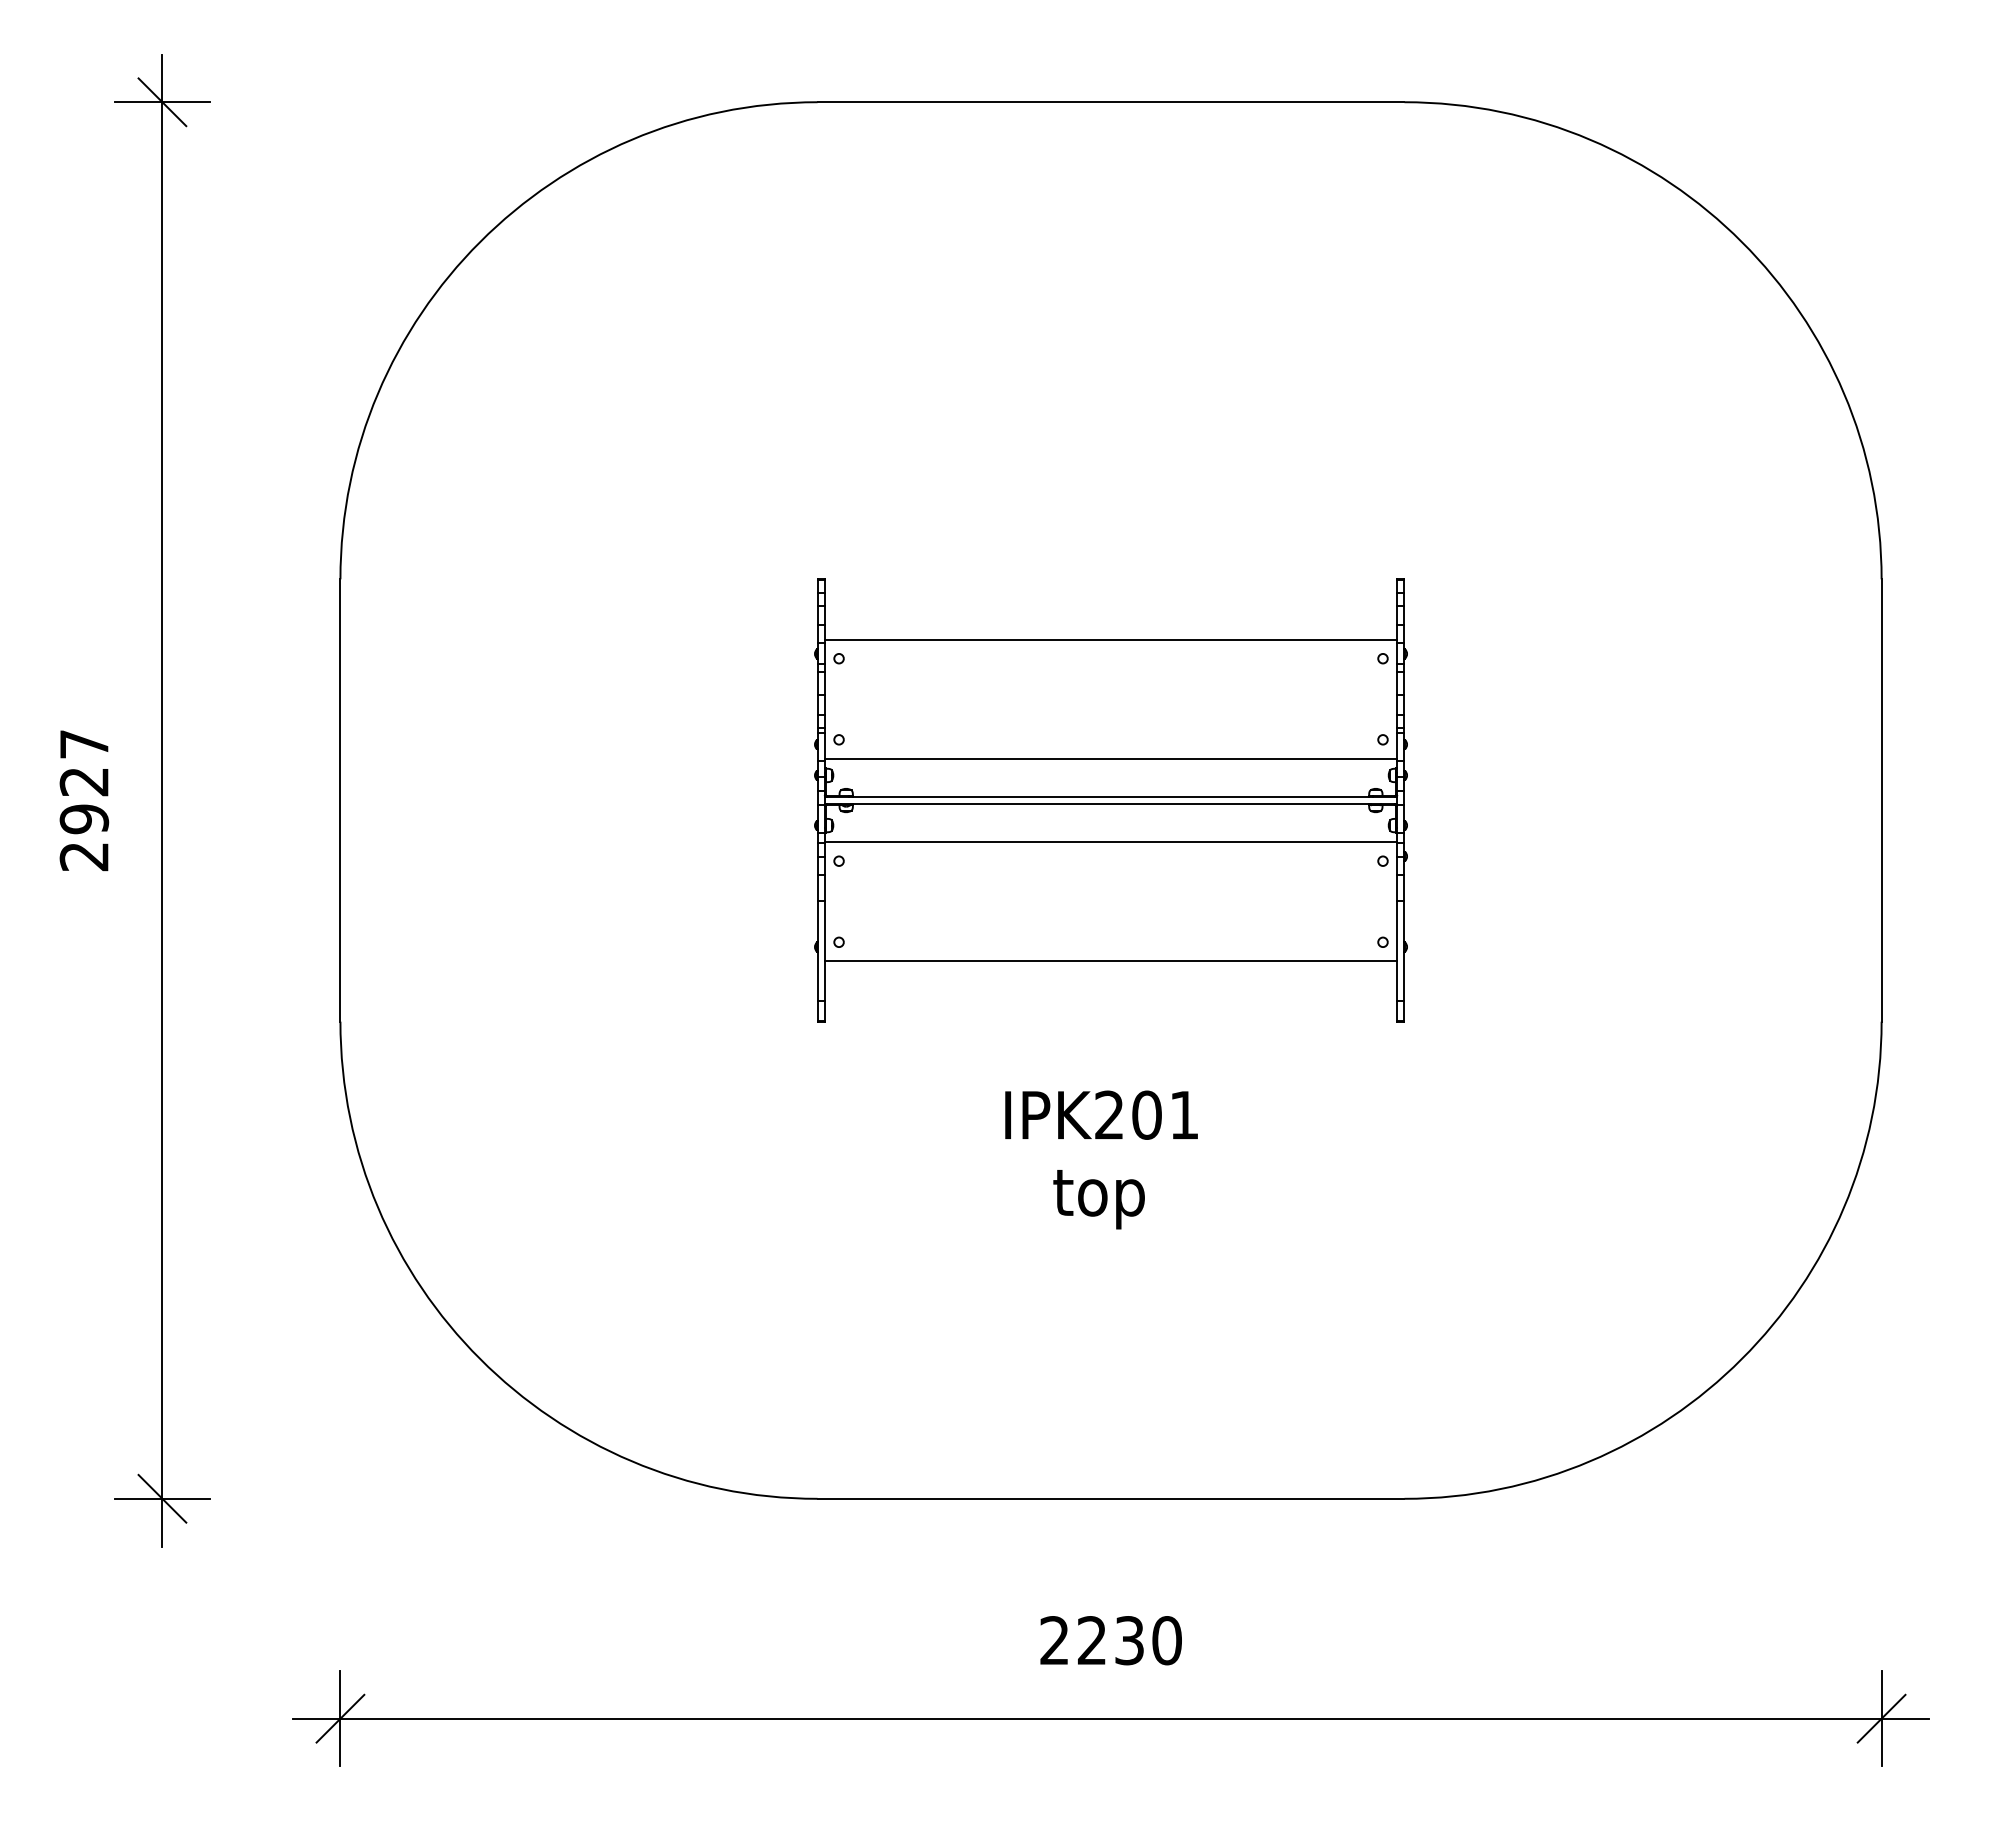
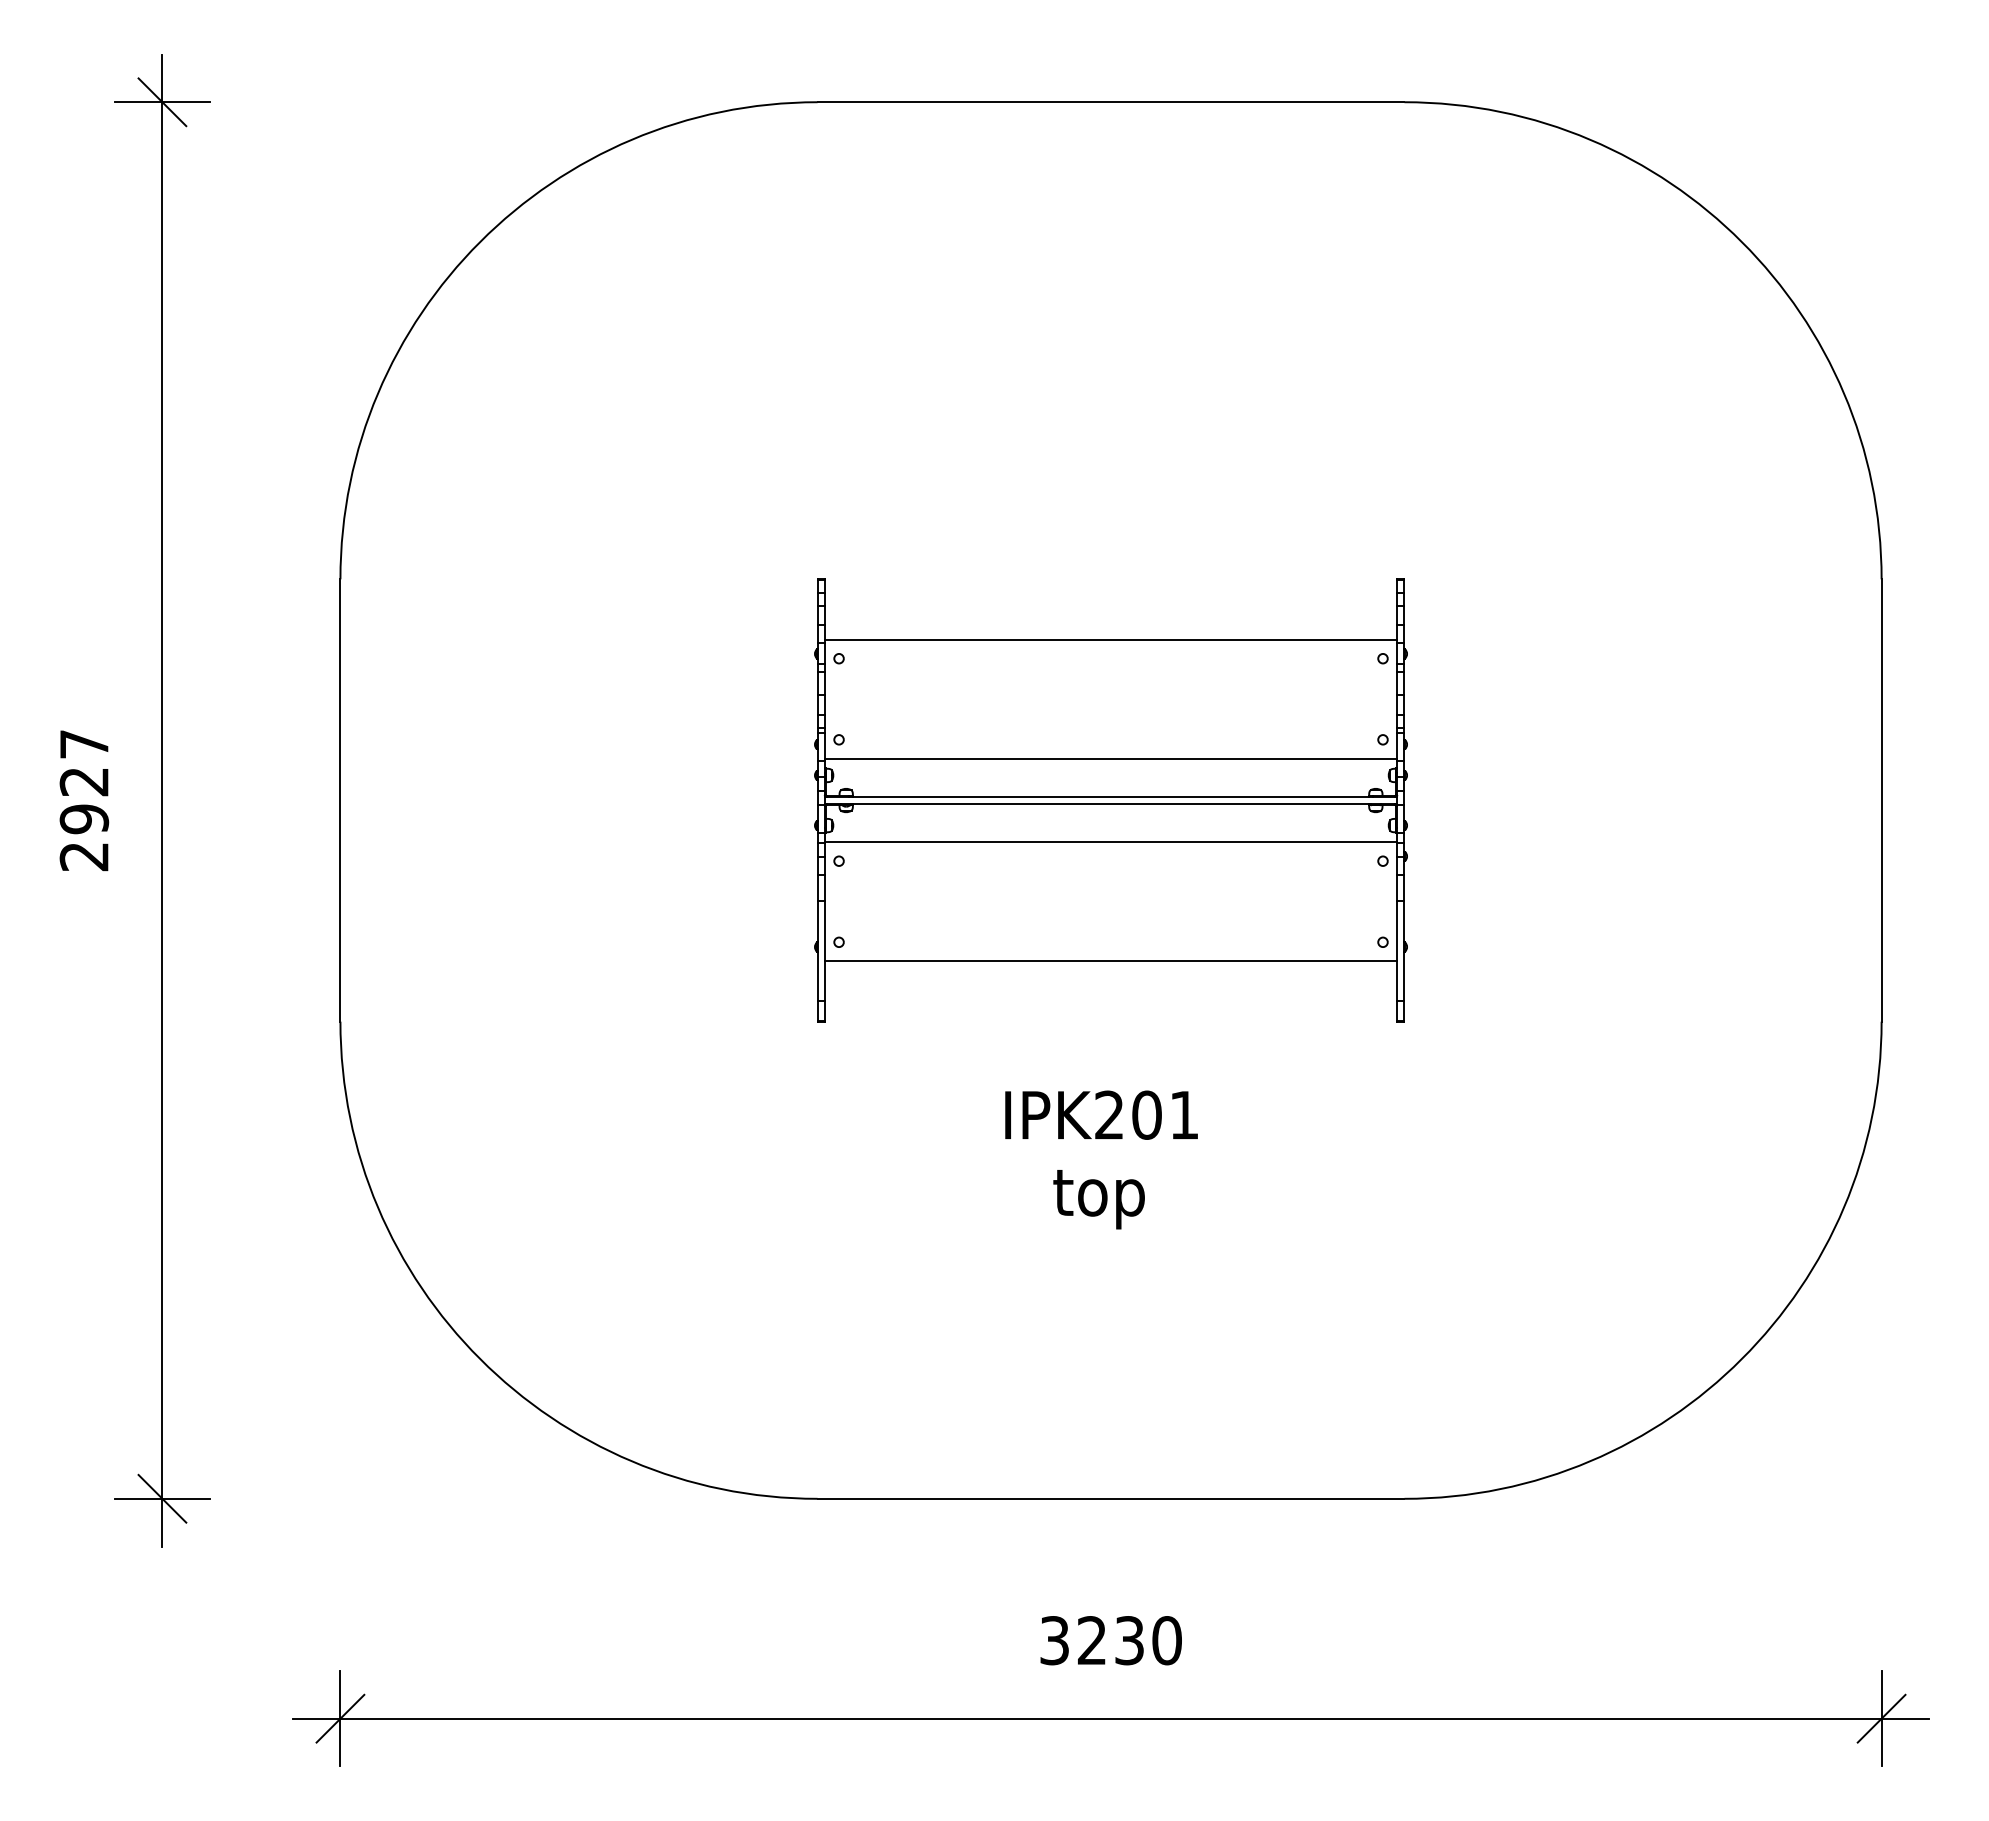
text at (1054, 1640): 2230 -> 3230
